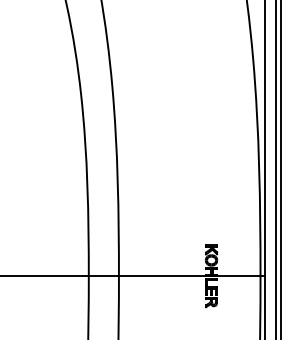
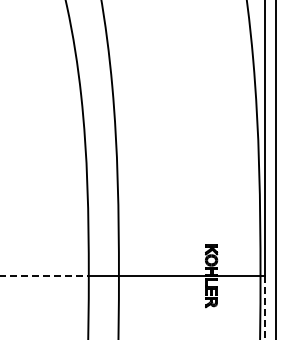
line at (280, 169): present -> none
line at (45, 276): solid -> dashed
line at (265, 308): solid -> dashed
